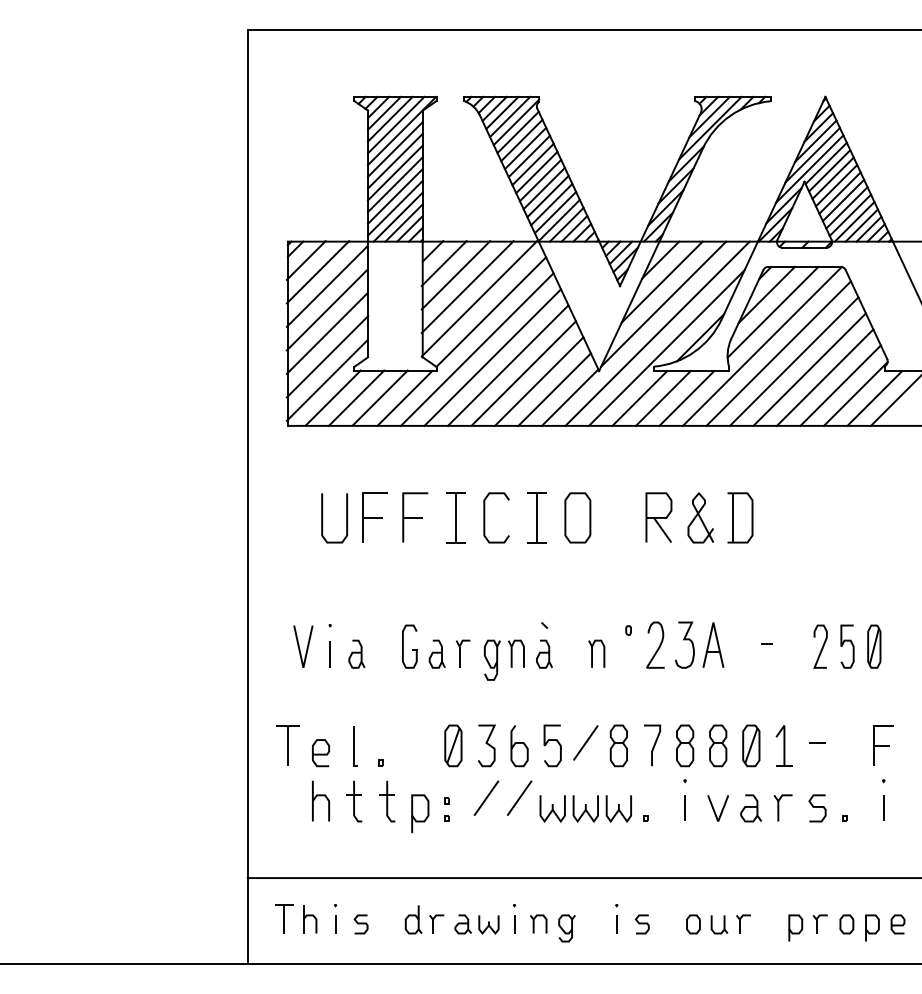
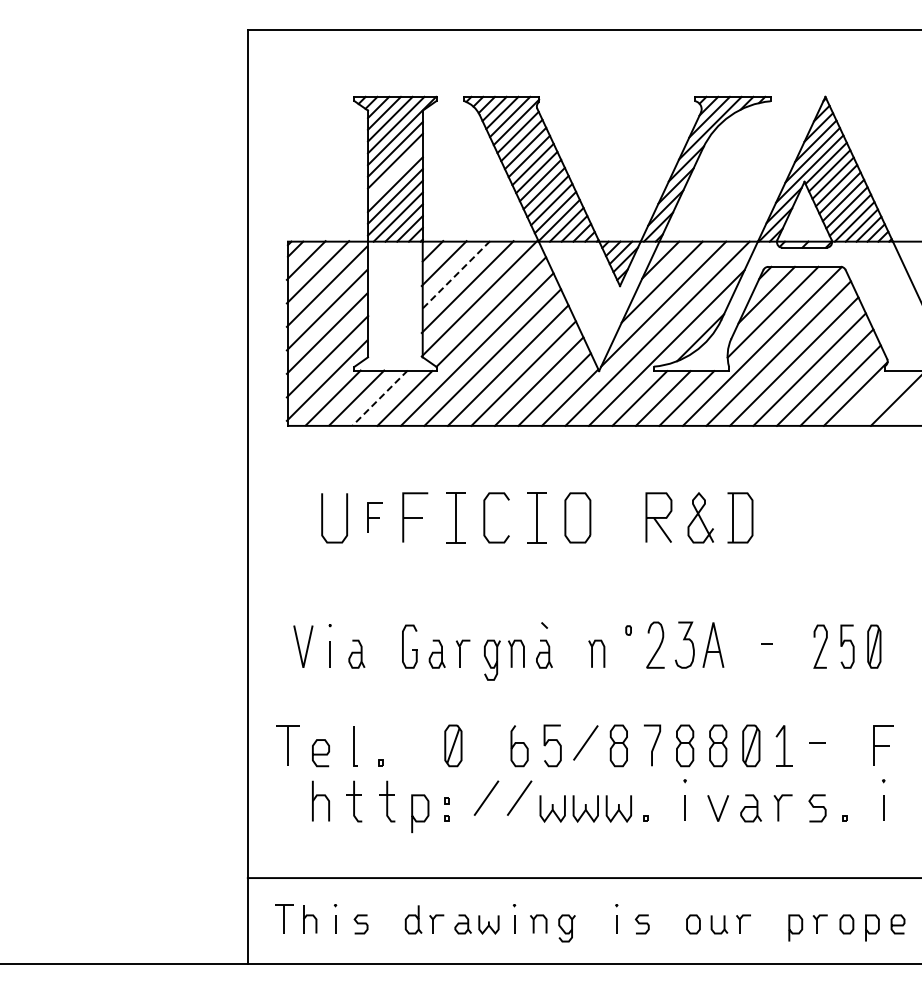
line at (395, 172): present -> none
line at (455, 275): solid -> dashed
line at (380, 397): solid -> dashed
line at (874, 398): present -> none
part at (374, 517) size: 26x51 px -> 16x31 px
curve at (486, 744): present -> none
